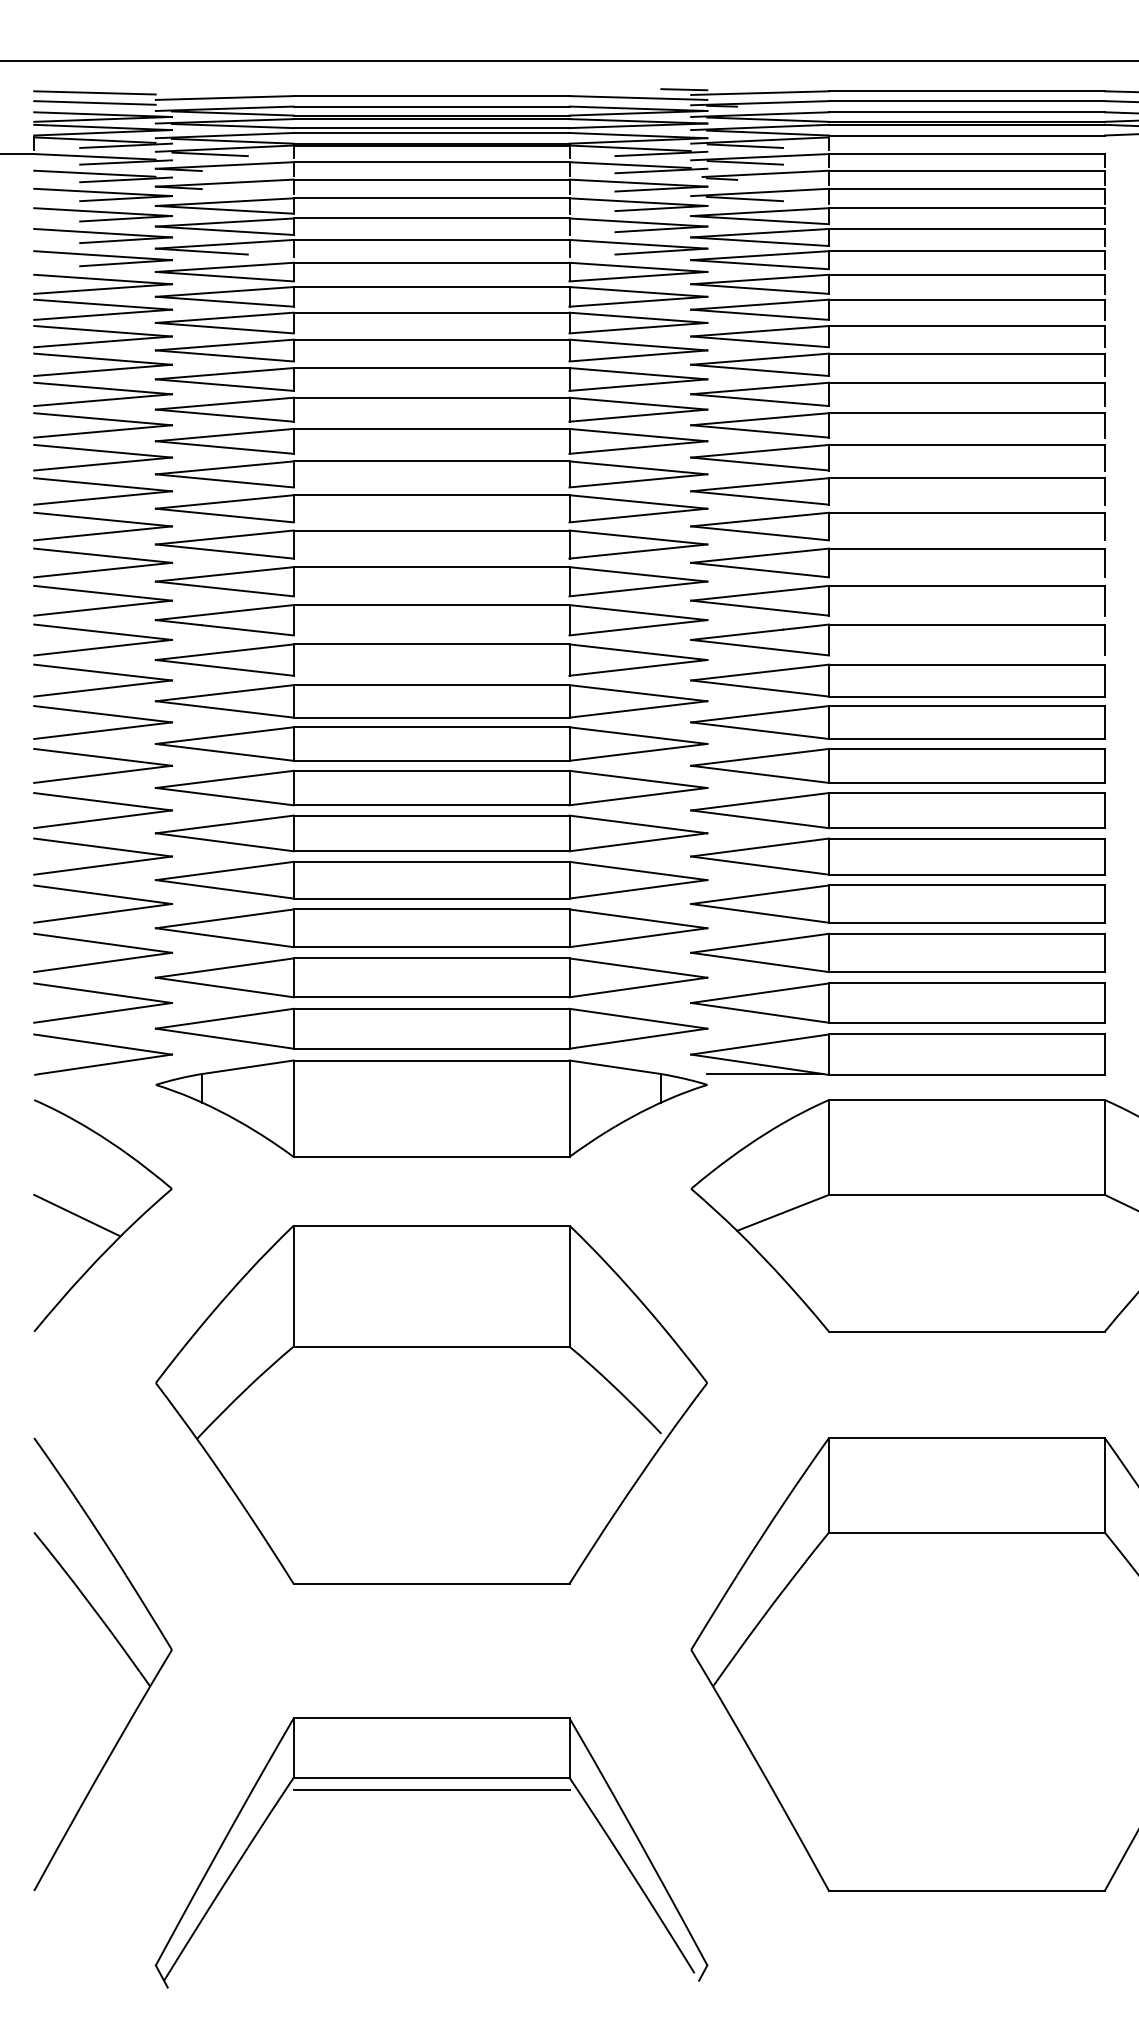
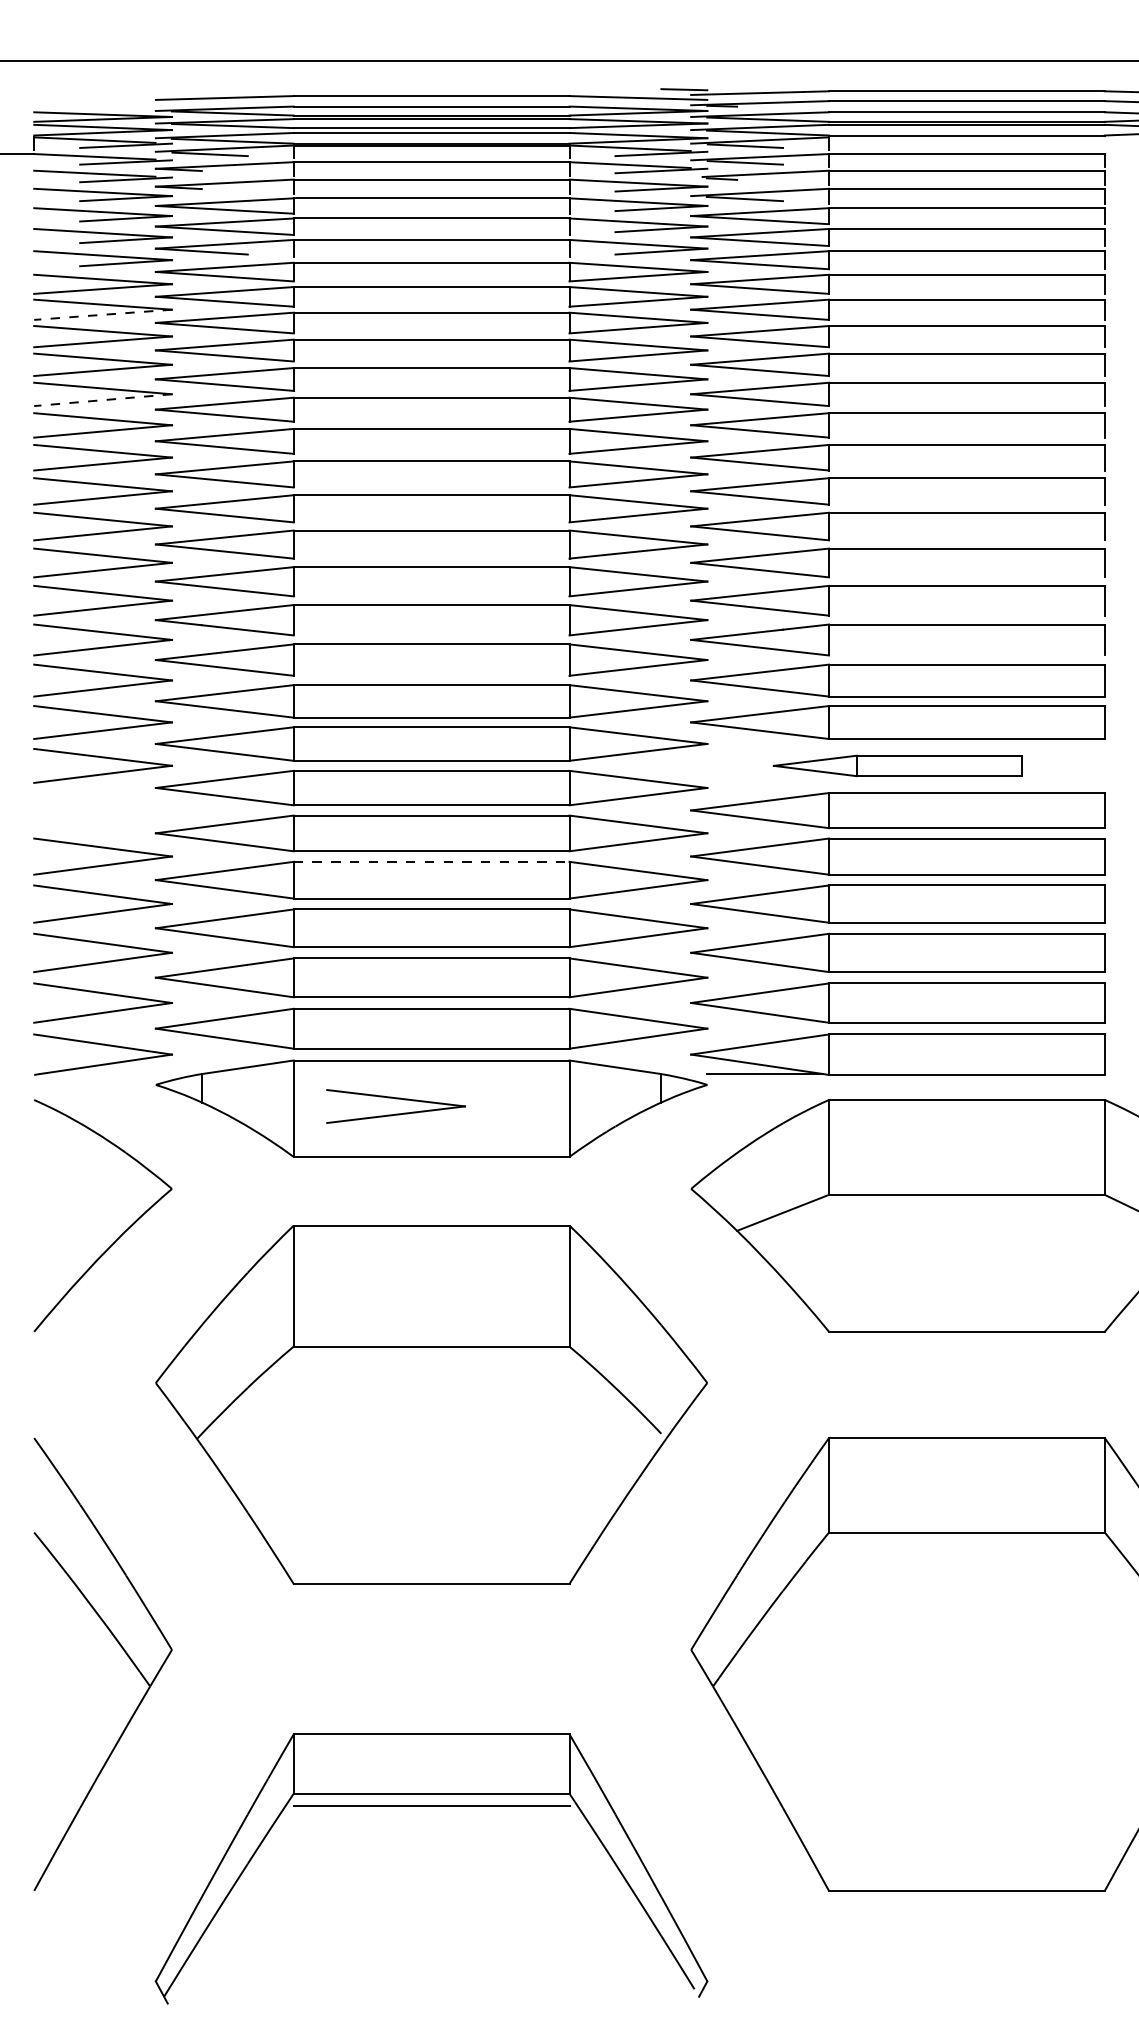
line at (94, 92): present -> none
line at (94, 102): present -> none
line at (102, 314): solid -> dashed
line at (102, 400): solid -> dashed
part at (897, 765) size: 416x36 px -> 251x23 px
part at (102, 802): present -> none
line at (431, 861): solid -> dashed
part at (395, 1099): none -> present
line at (77, 1215): present -> none
part at (431, 1790) position: (431, 1790) -> (431, 1806)
